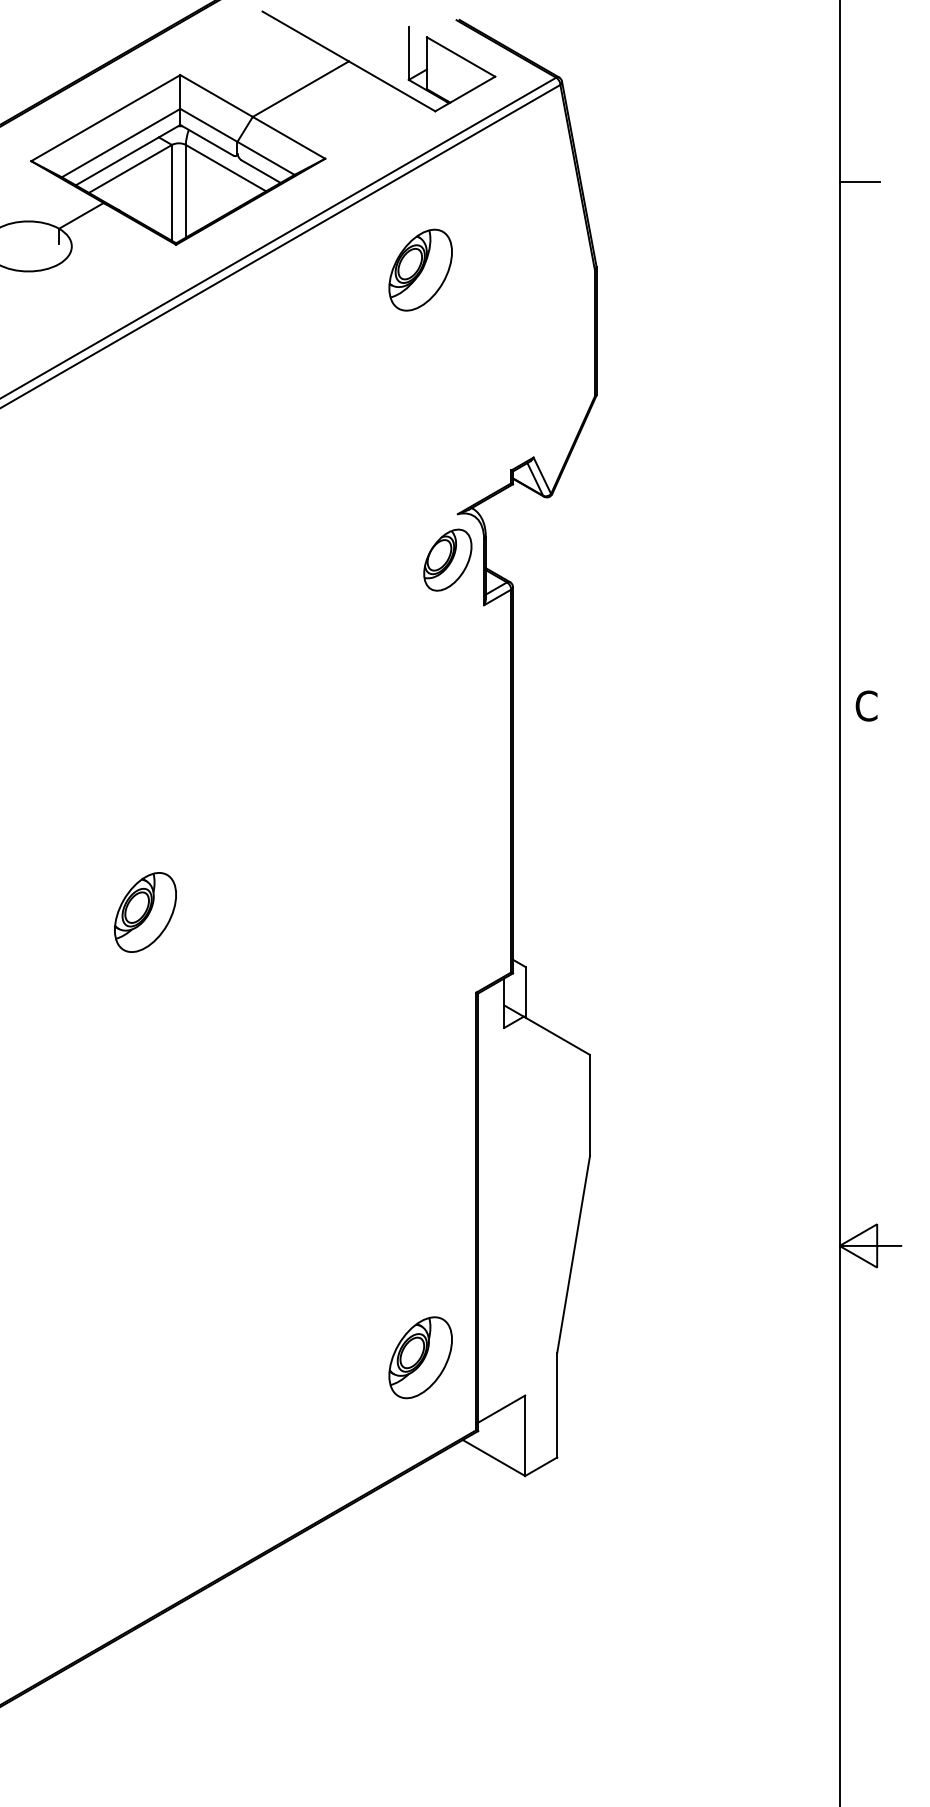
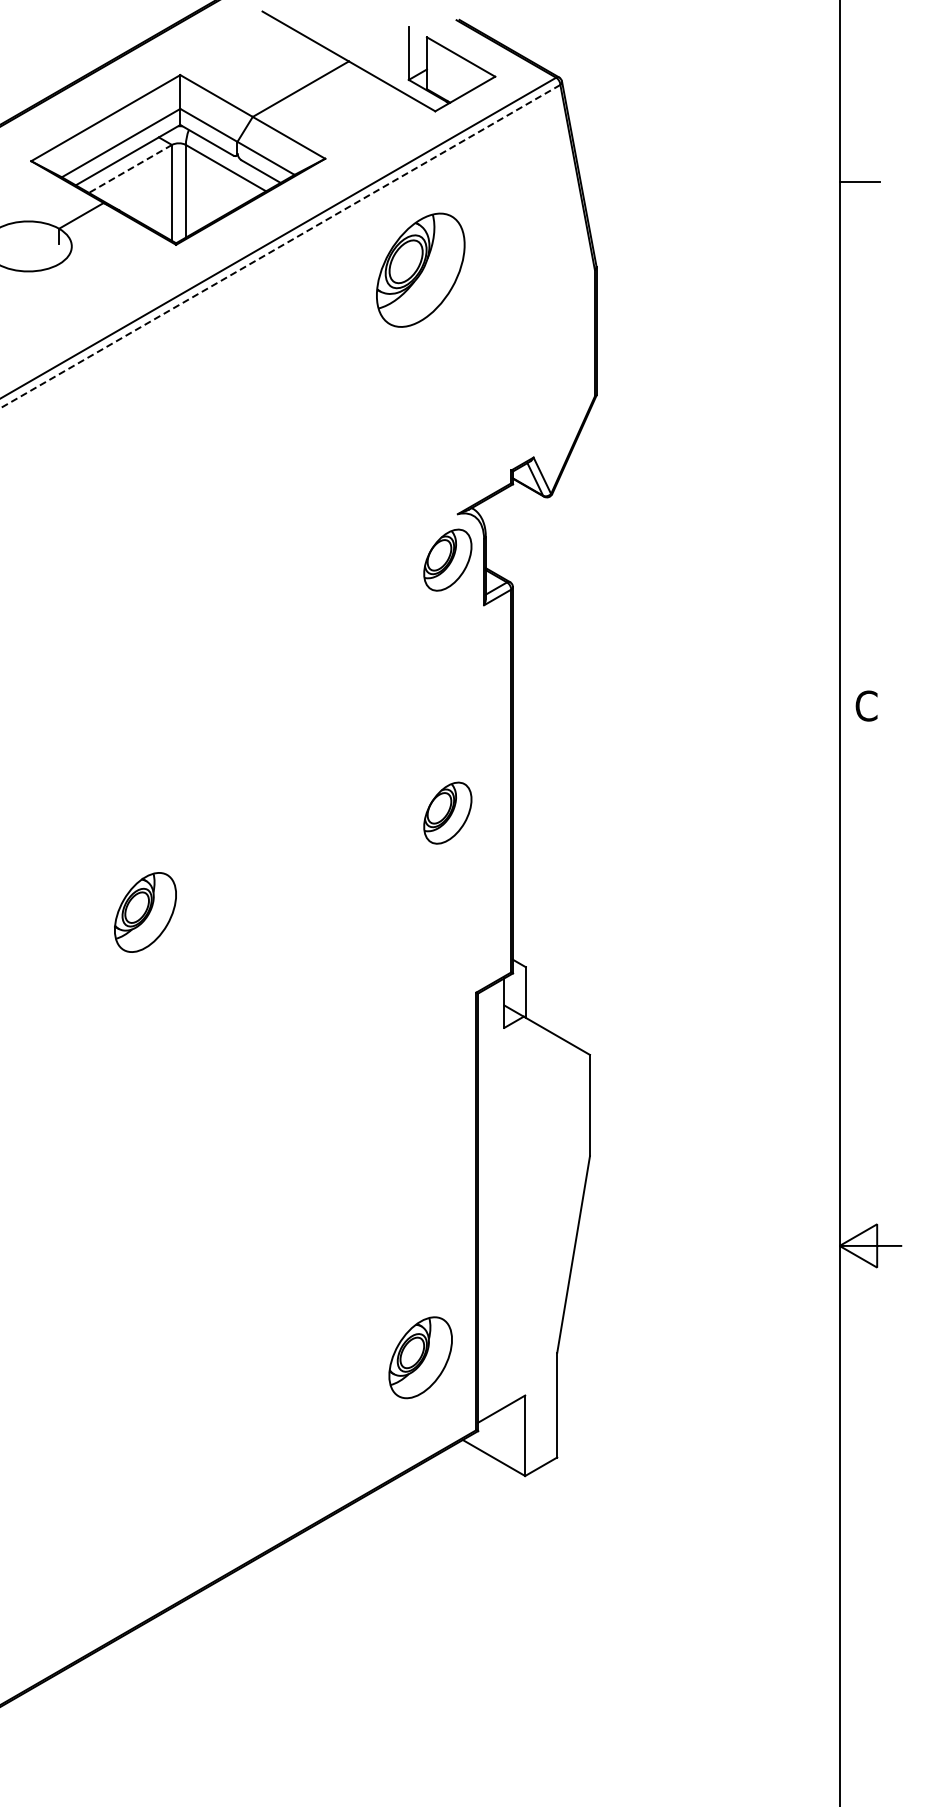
line at (130, 168): solid -> dashed
line at (280, 246): solid -> dashed
part at (420, 269) size: 65x84 px -> 90x116 px
part at (447, 812): none -> present
